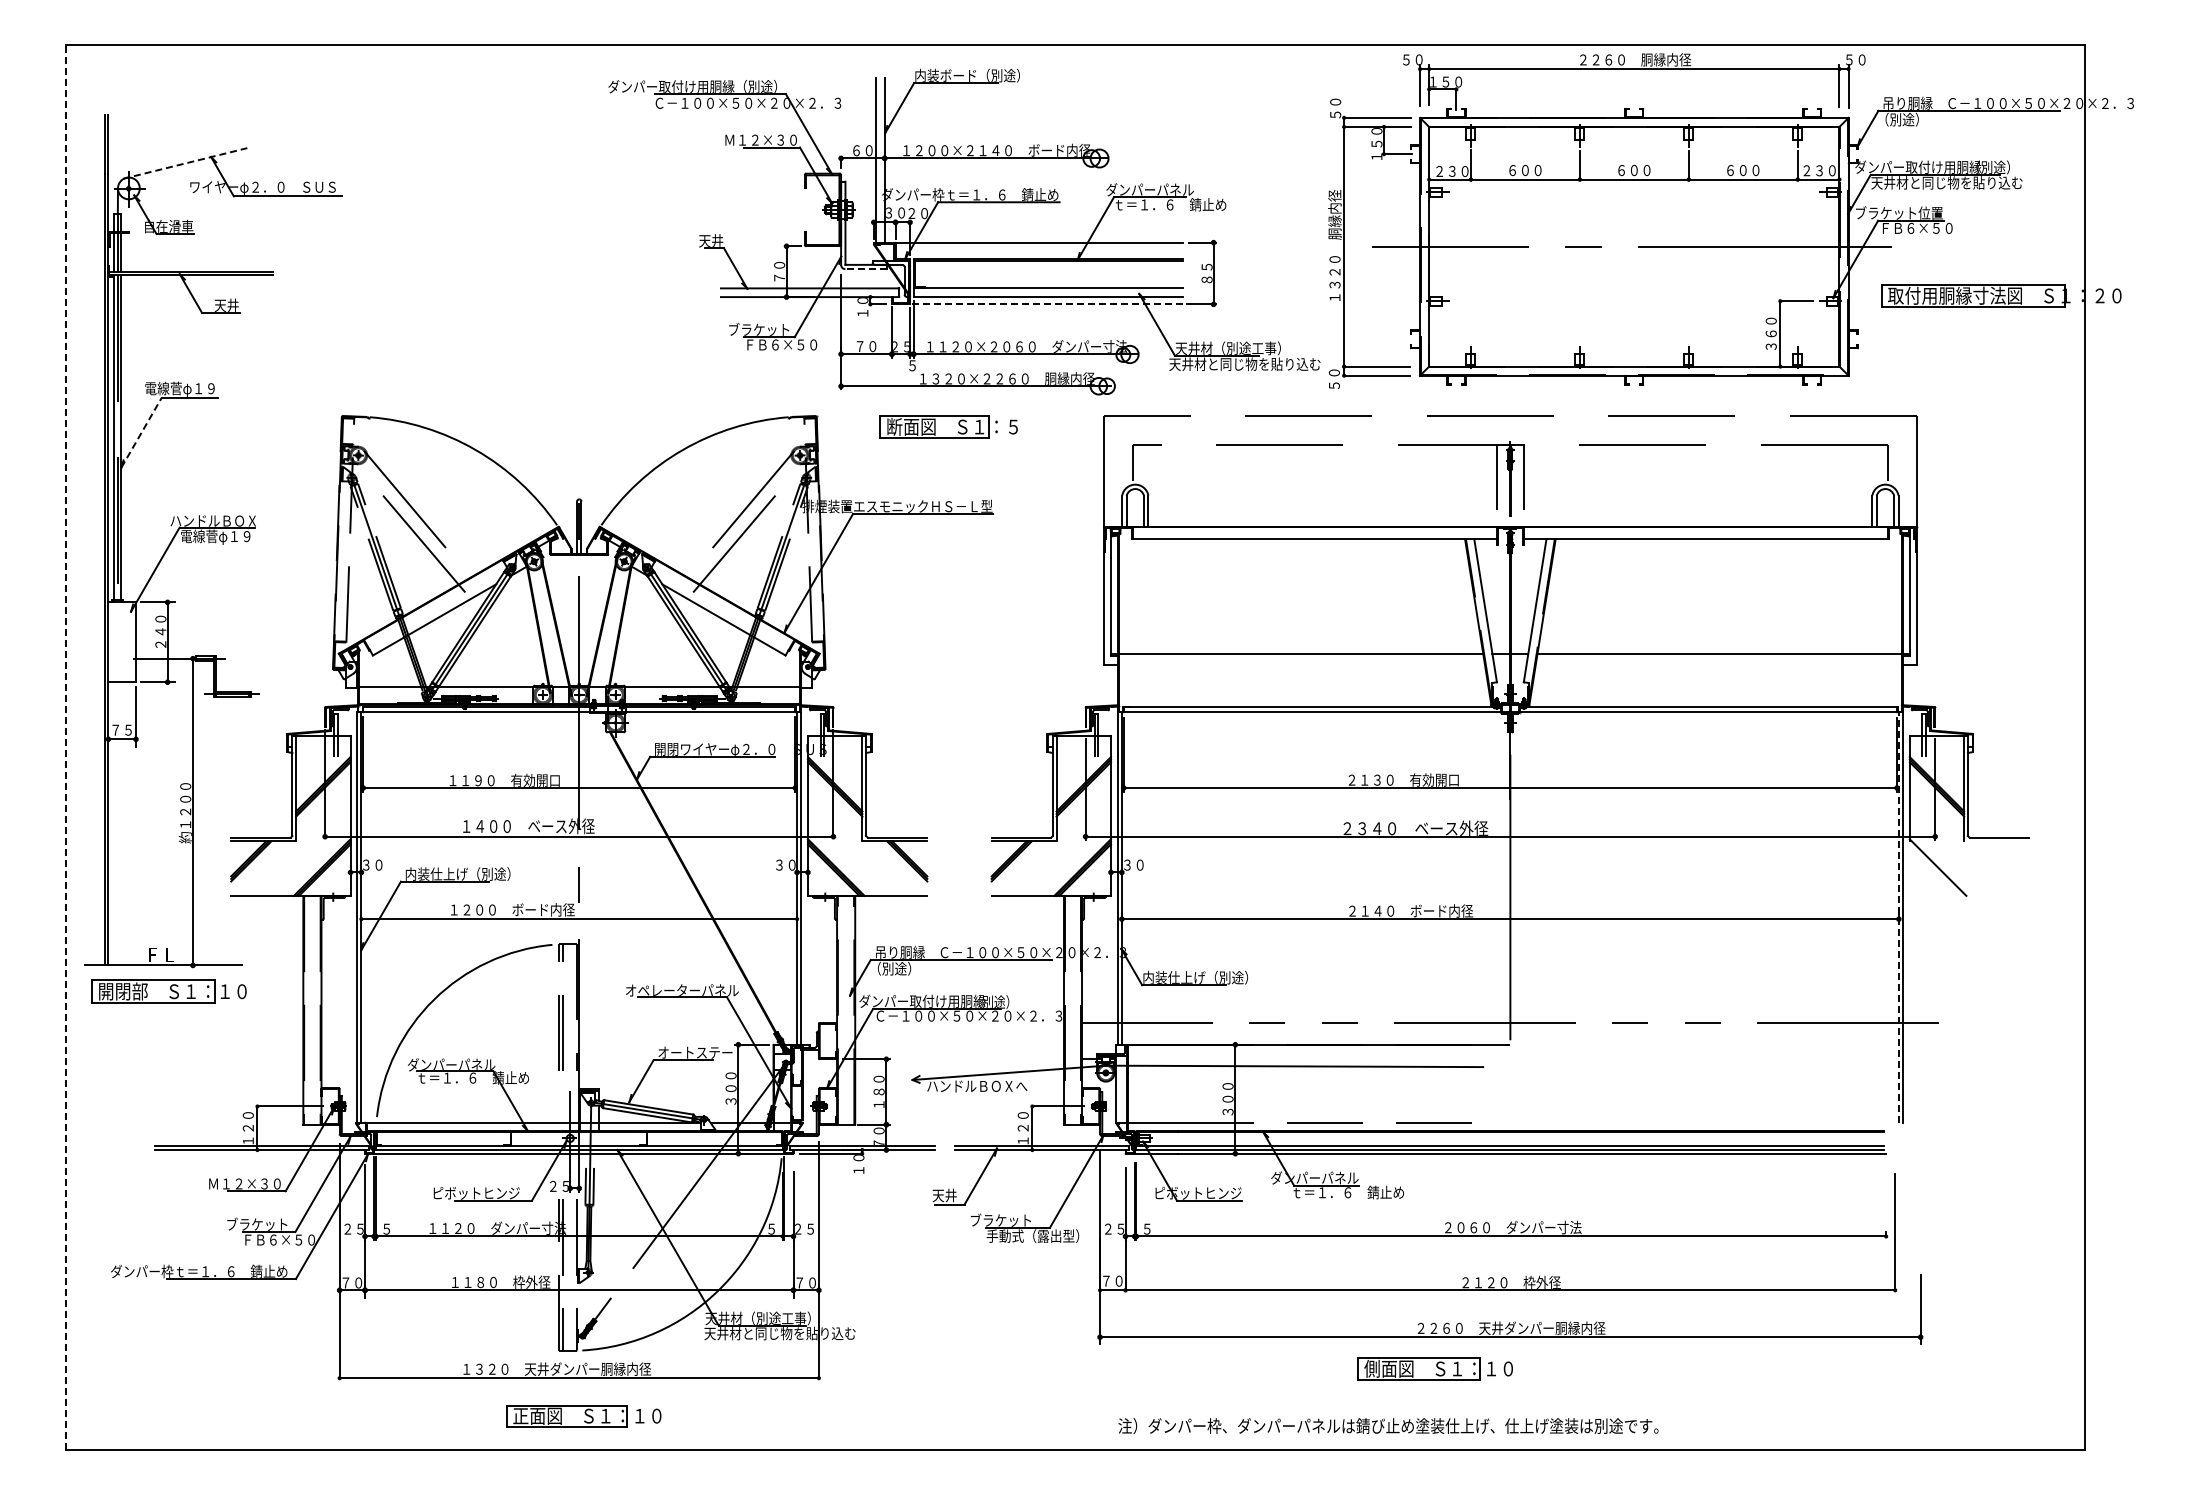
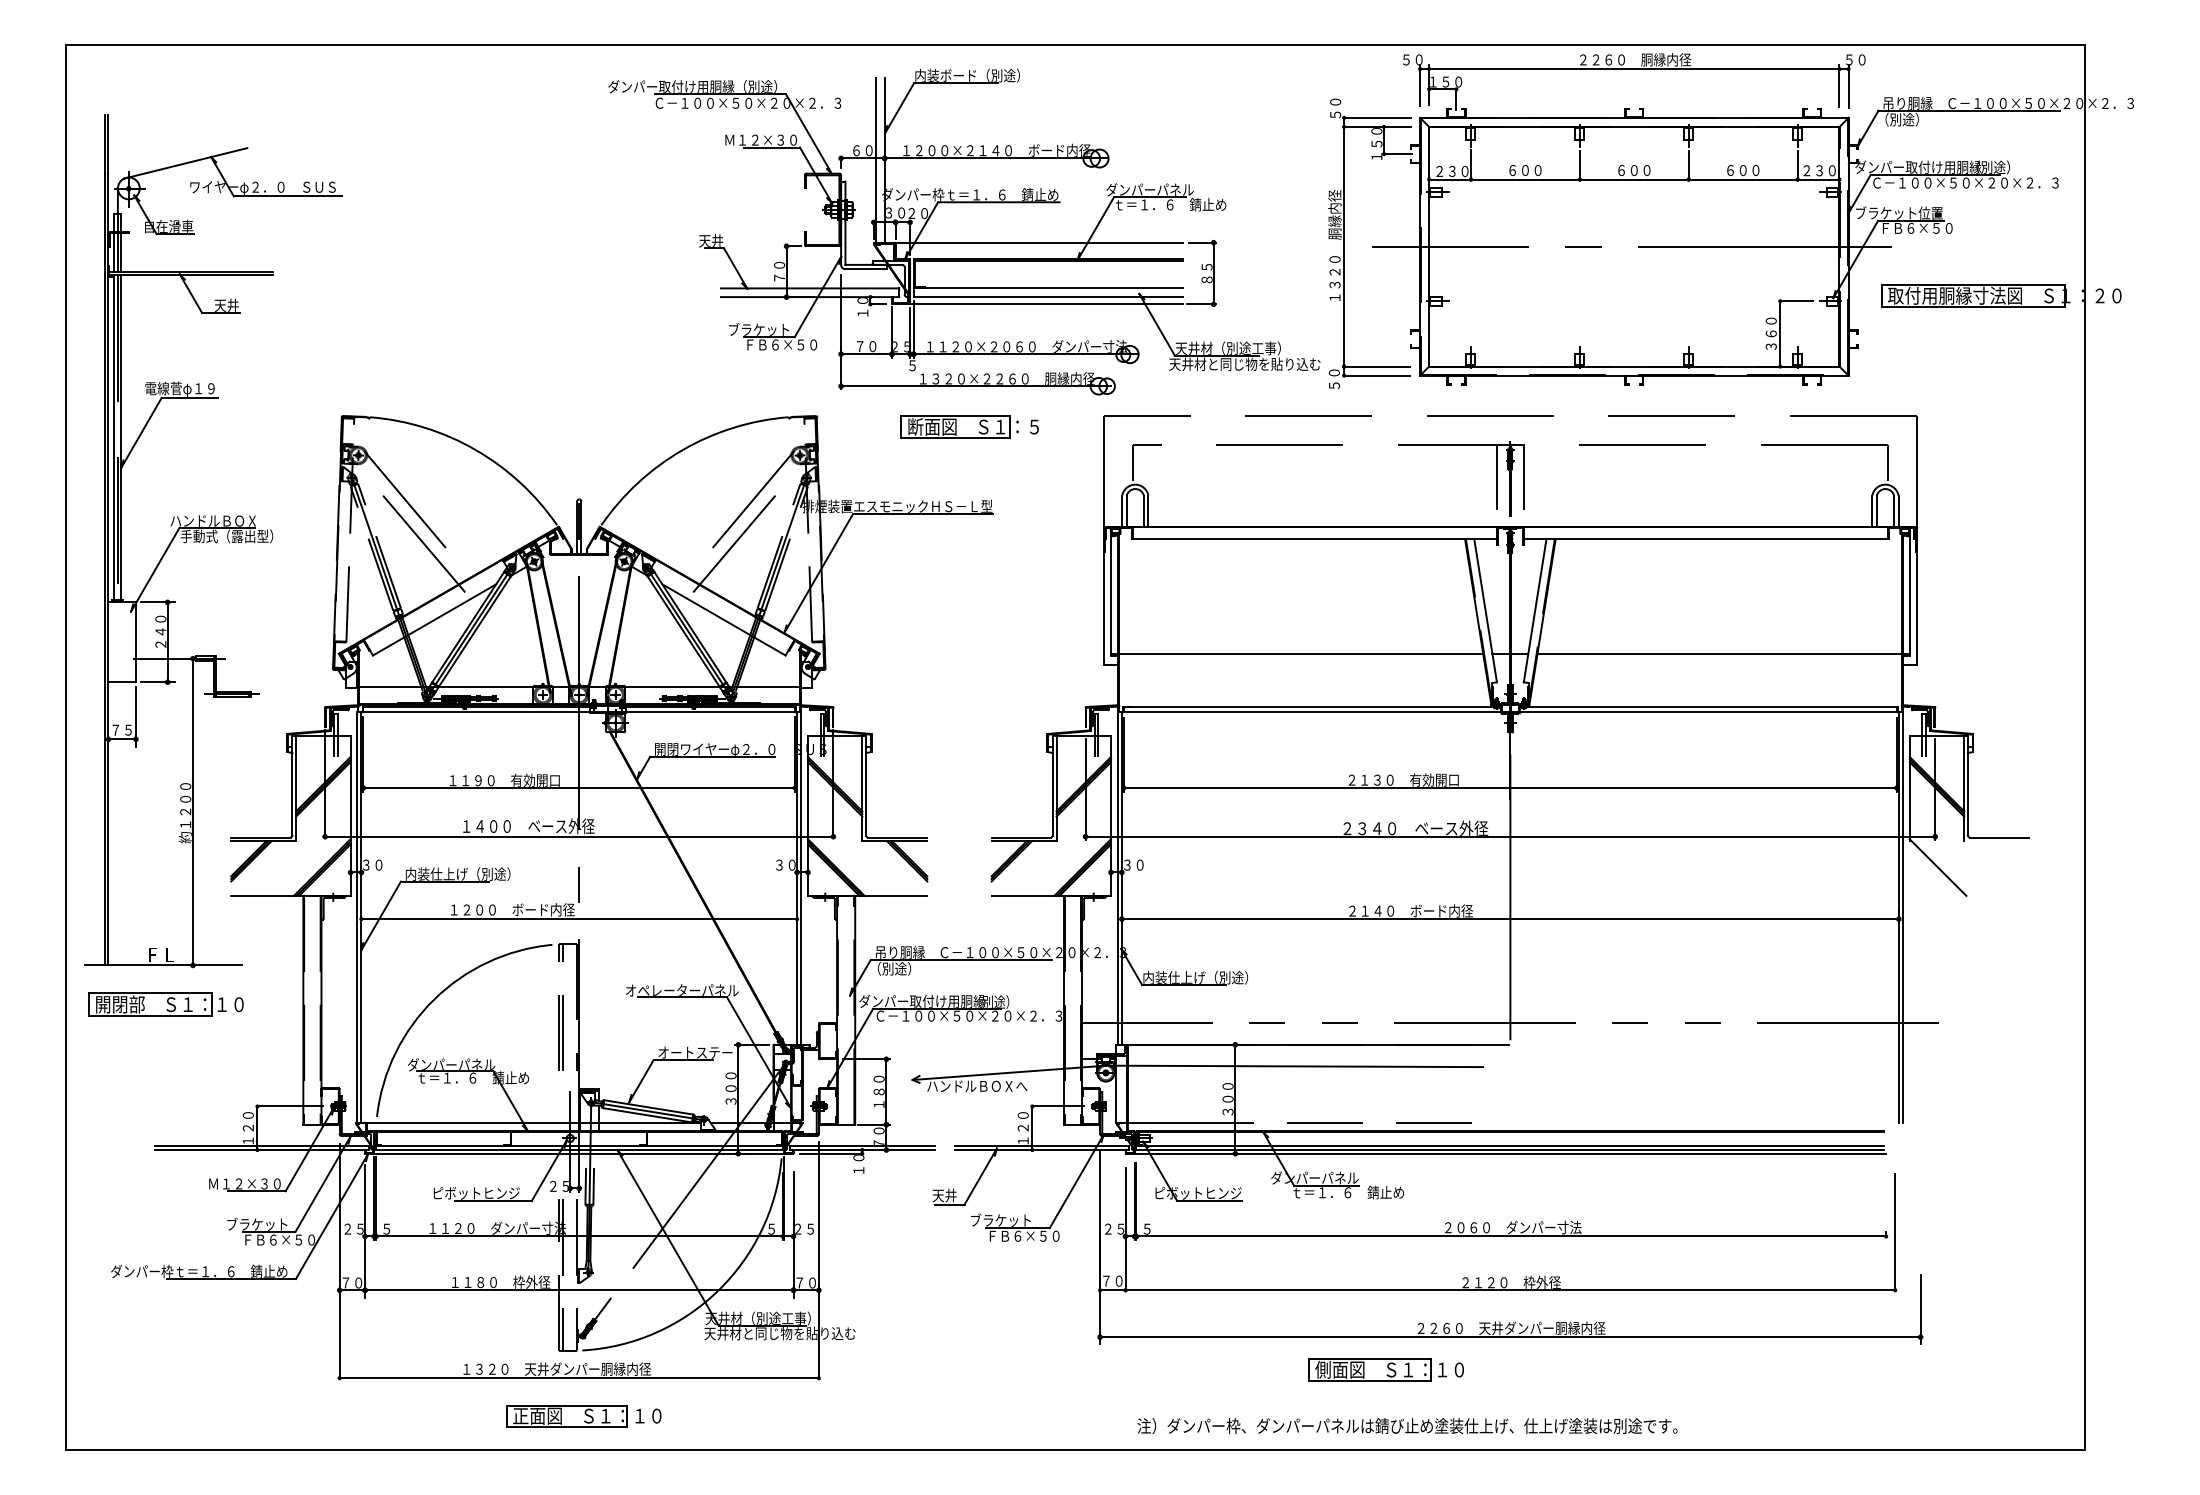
line at (185, 163): dashed -> solid
text at (1964, 182): 天井材と同じ物を貼り込む -> Ｃ－１００×５０×２０×２．３
line at (866, 269): dashed -> solid
line at (1045, 304): dashed -> solid
part at (948, 426) position: (948, 426) -> (969, 426)
line at (141, 432): dashed -> solid
text at (226, 536): 電線菅φ１９ -> 手動式（露出型）
line at (66, 747): dashed -> solid
line at (1898, 917): dashed -> solid
part at (168, 991) position: (168, 991) -> (165, 1004)
text at (1032, 1235): 手動式（露出型） -> ＦＢ６×５０
part at (1434, 1368) position: (1434, 1368) -> (1385, 1369)
text at (1388, 1425) position: (1388, 1425) -> (1407, 1425)
